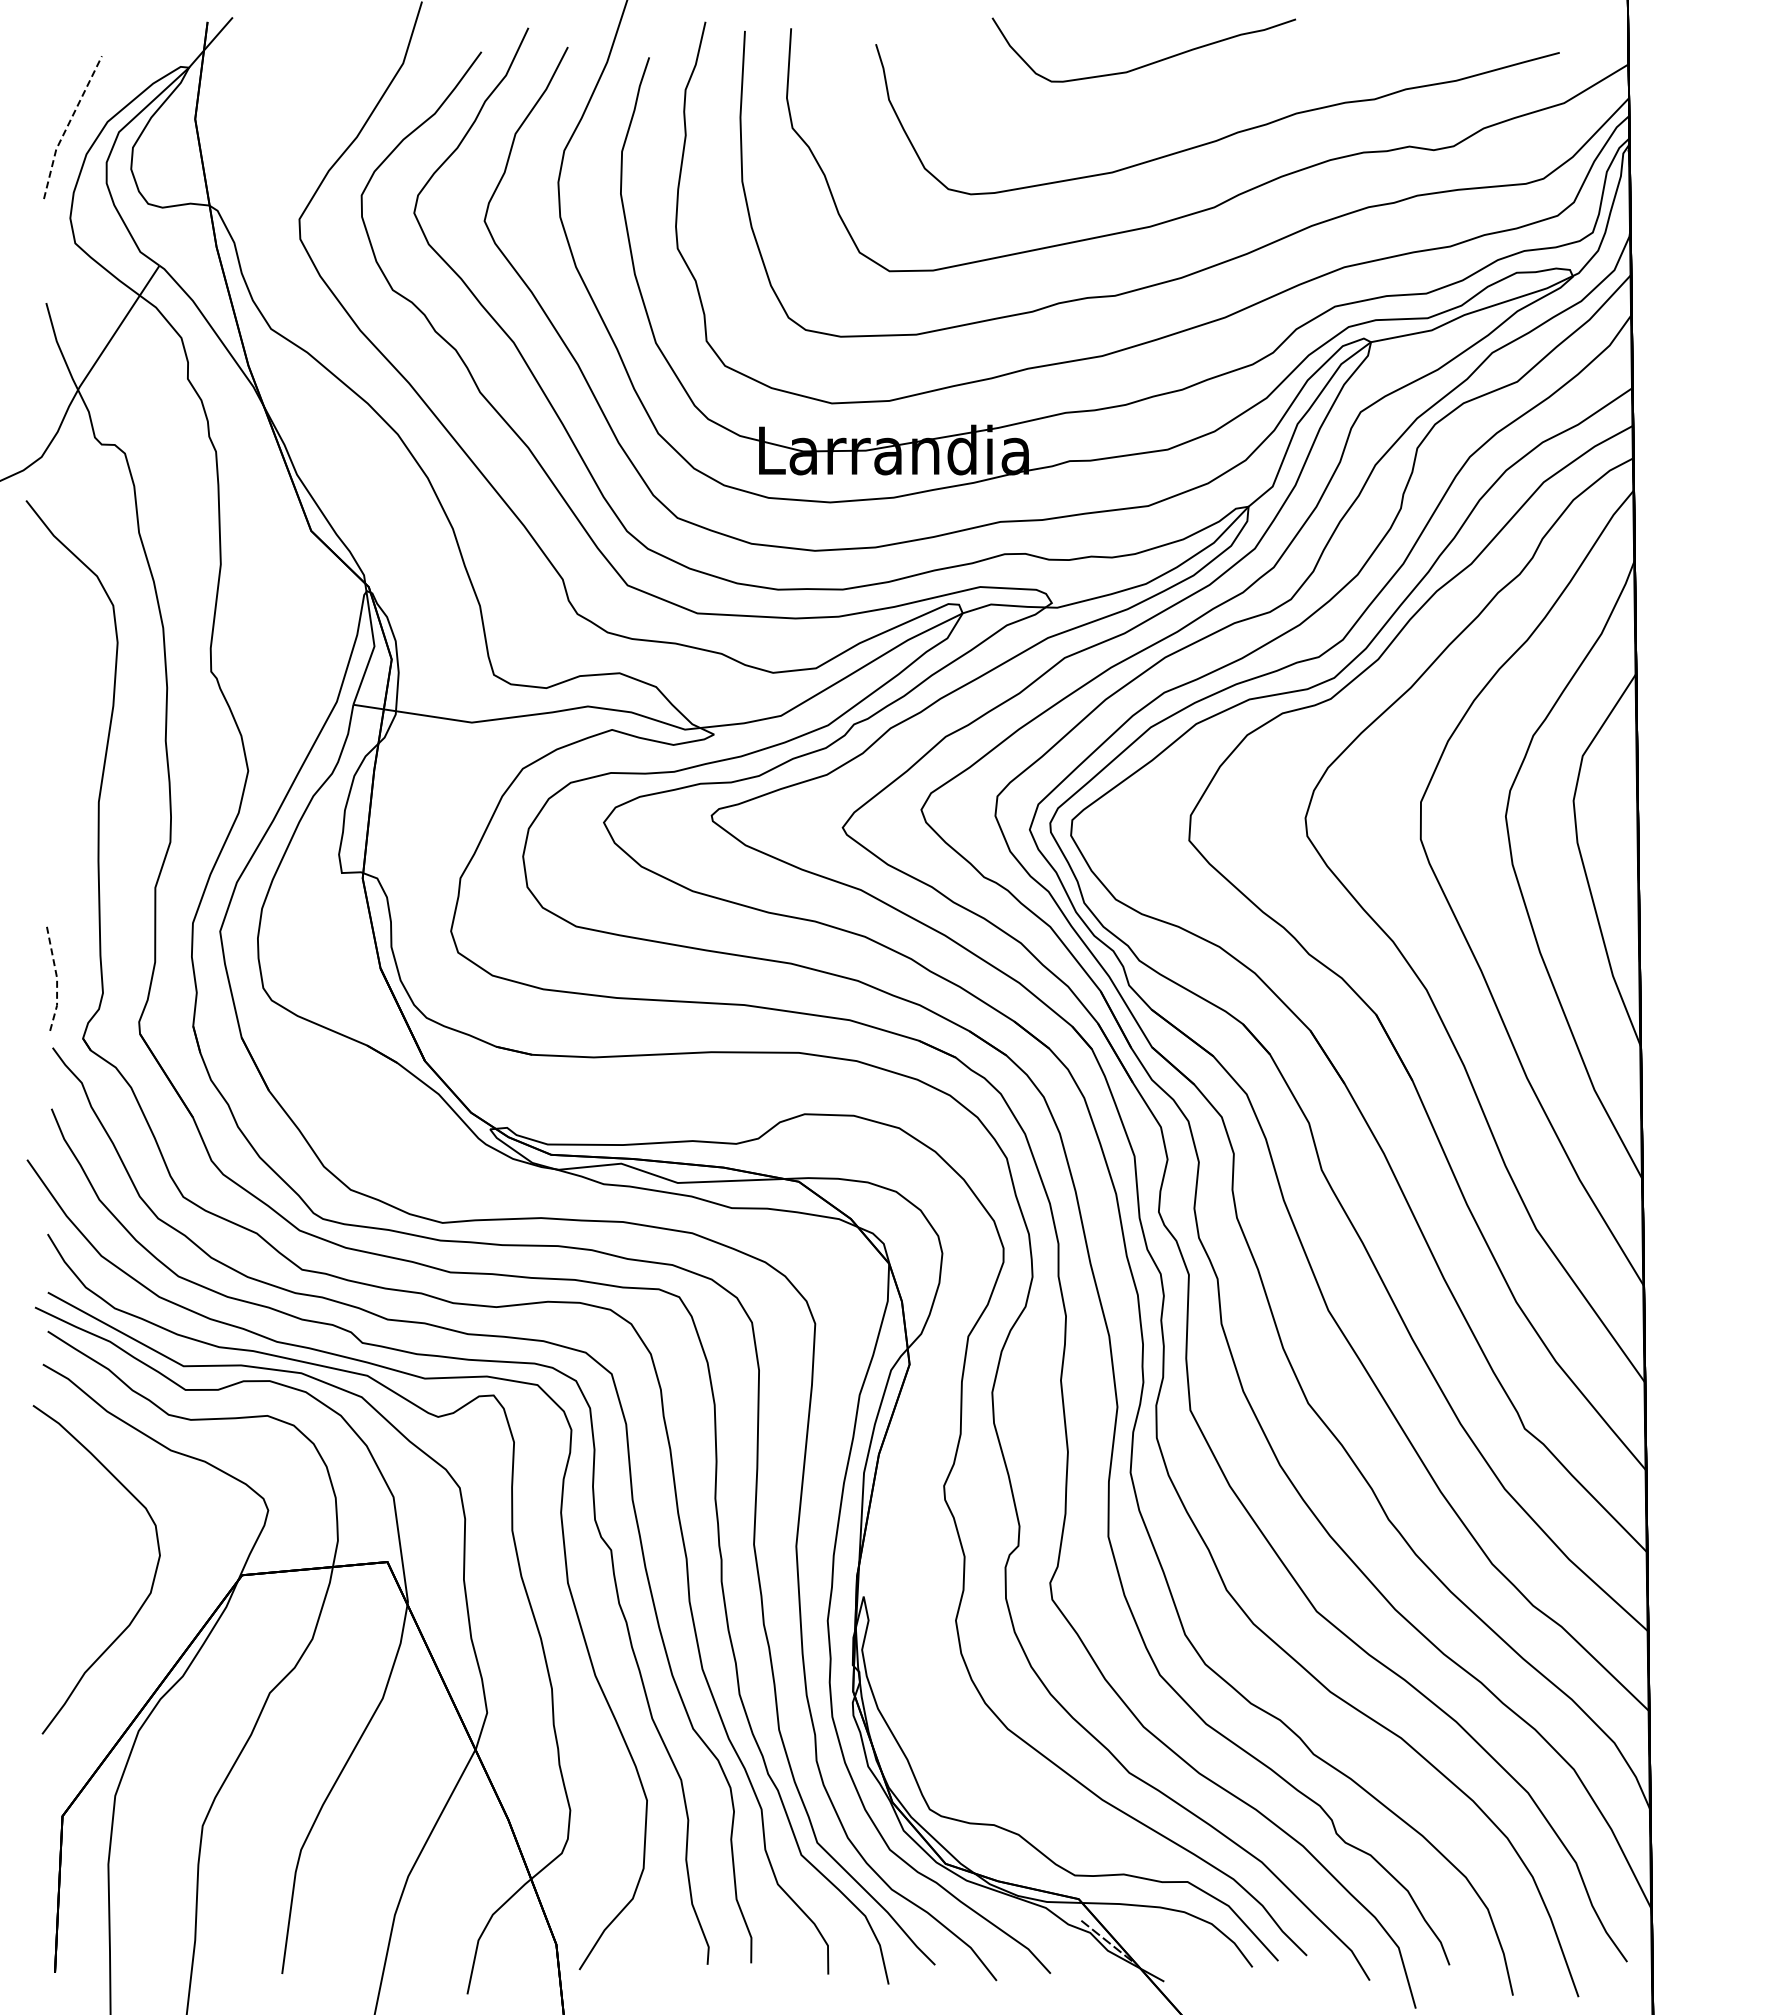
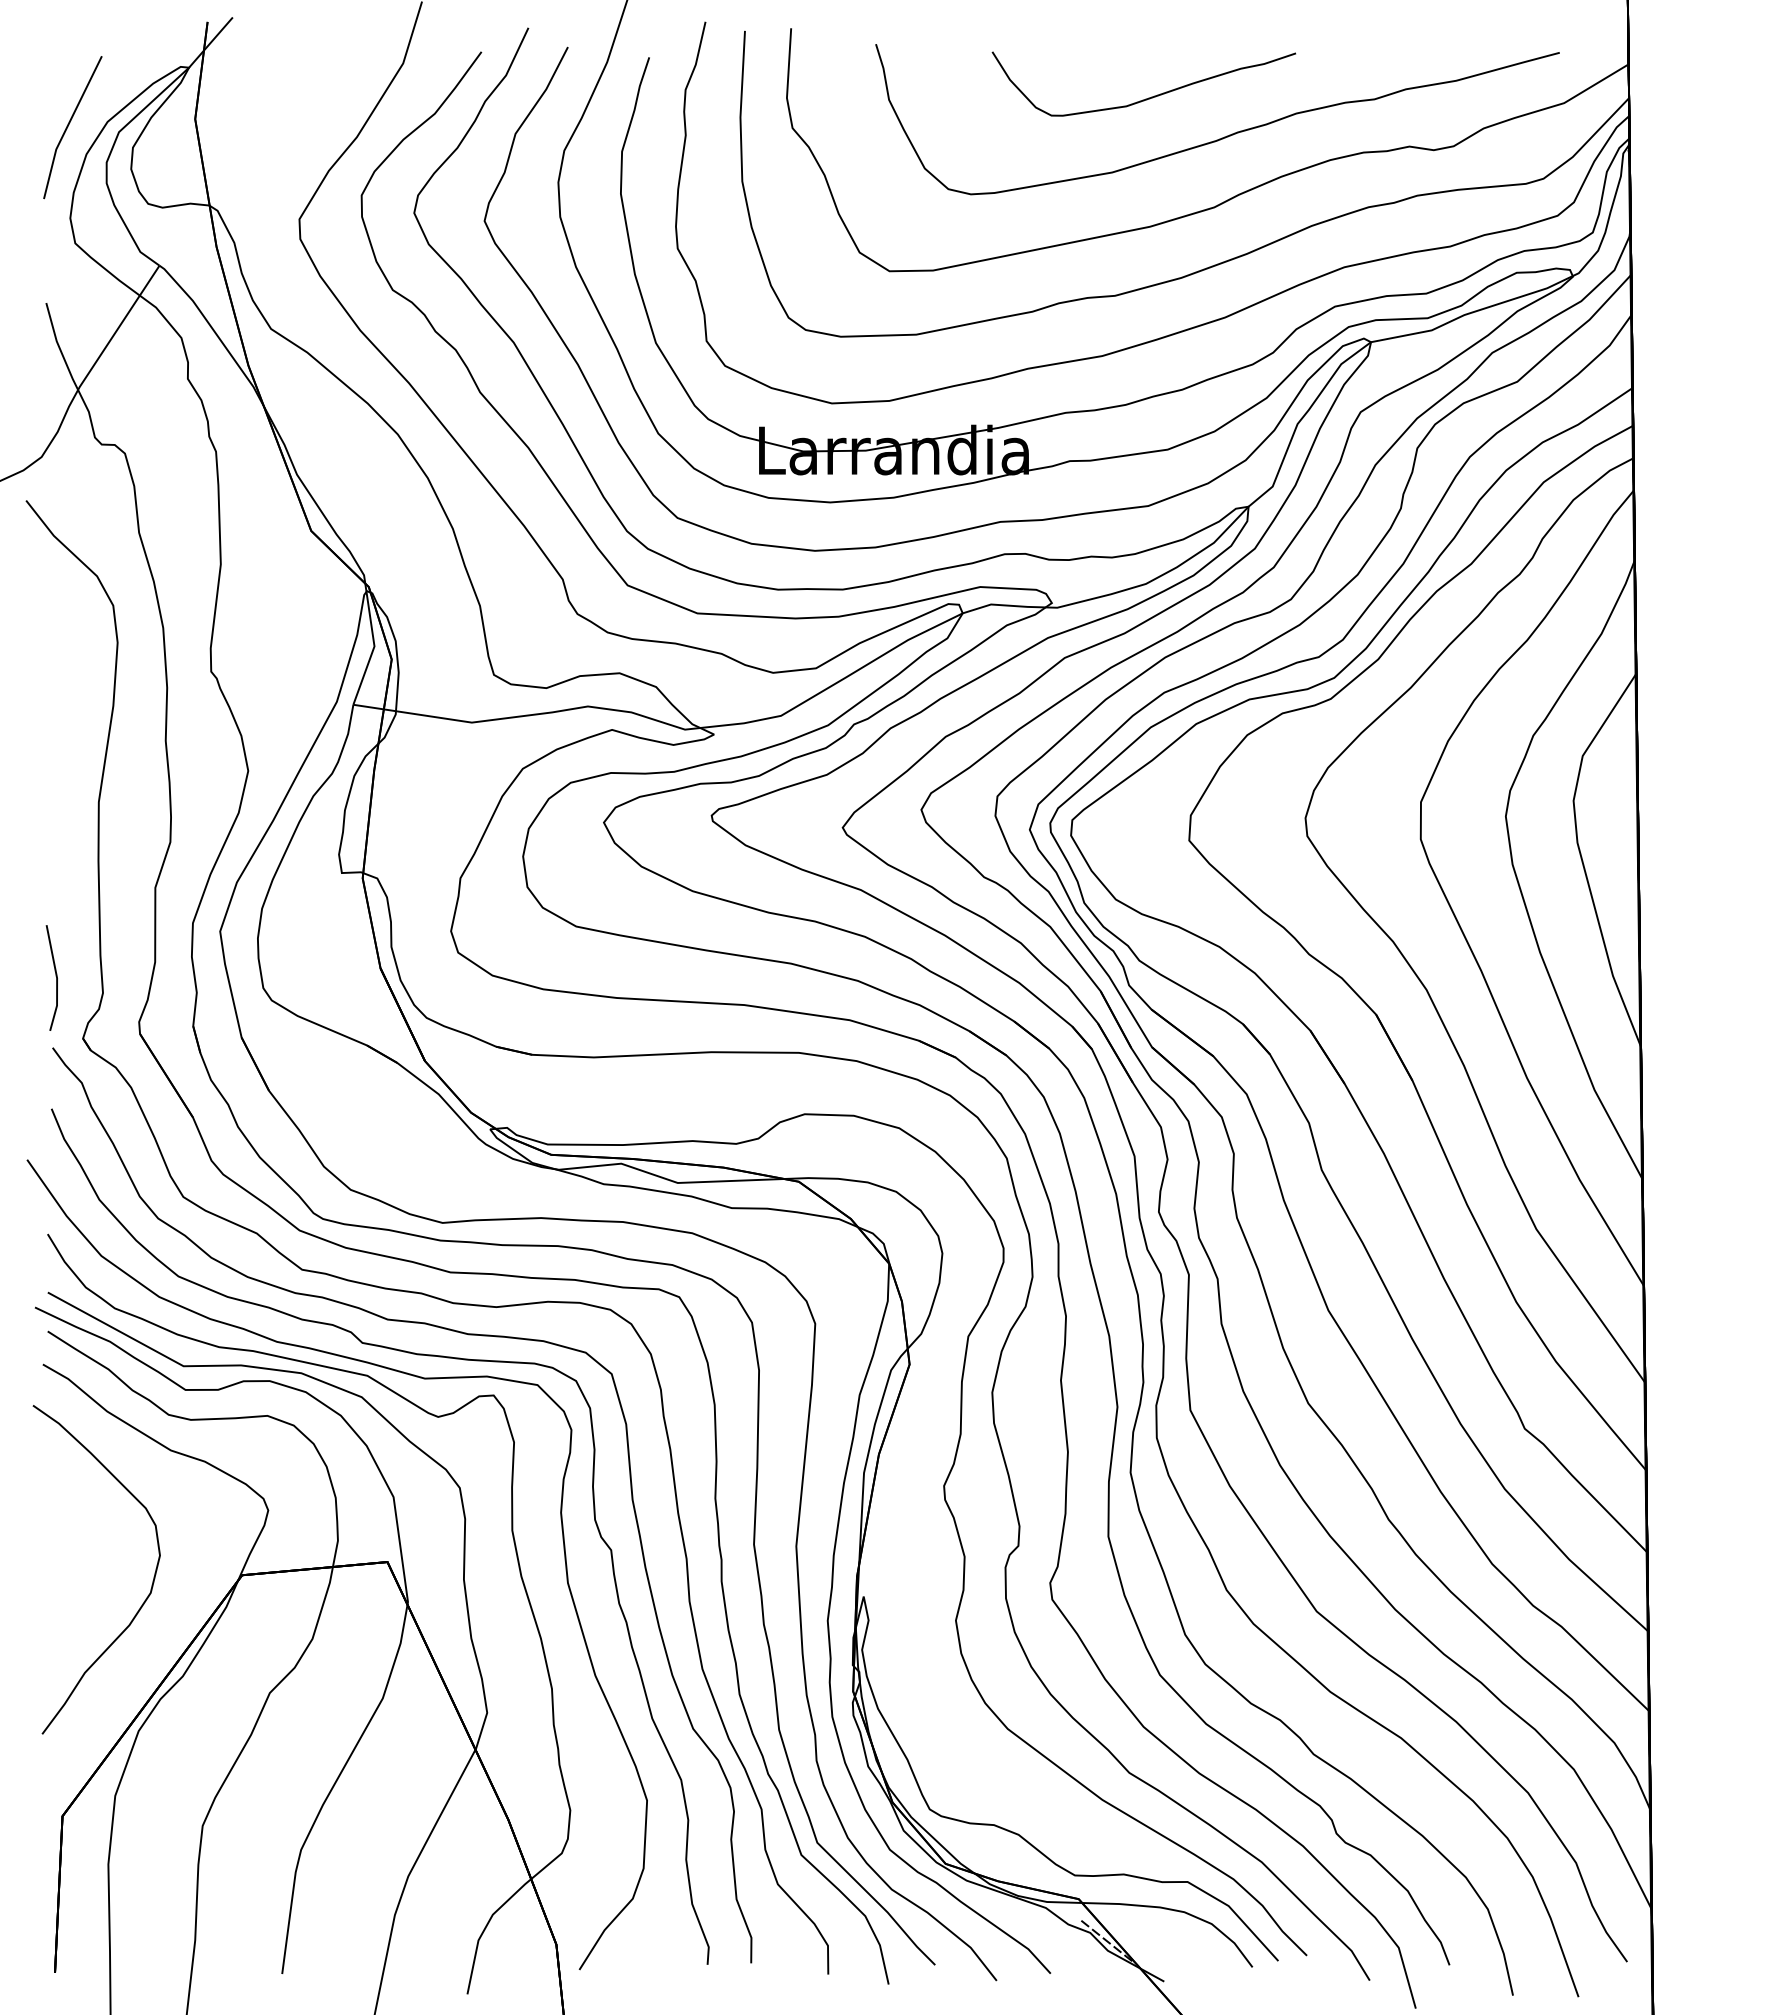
curve at (1148, 63) position: (1148, 63) -> (1148, 97)
line at (67, 126): dashed -> solid
line at (57, 978): dashed -> solid
